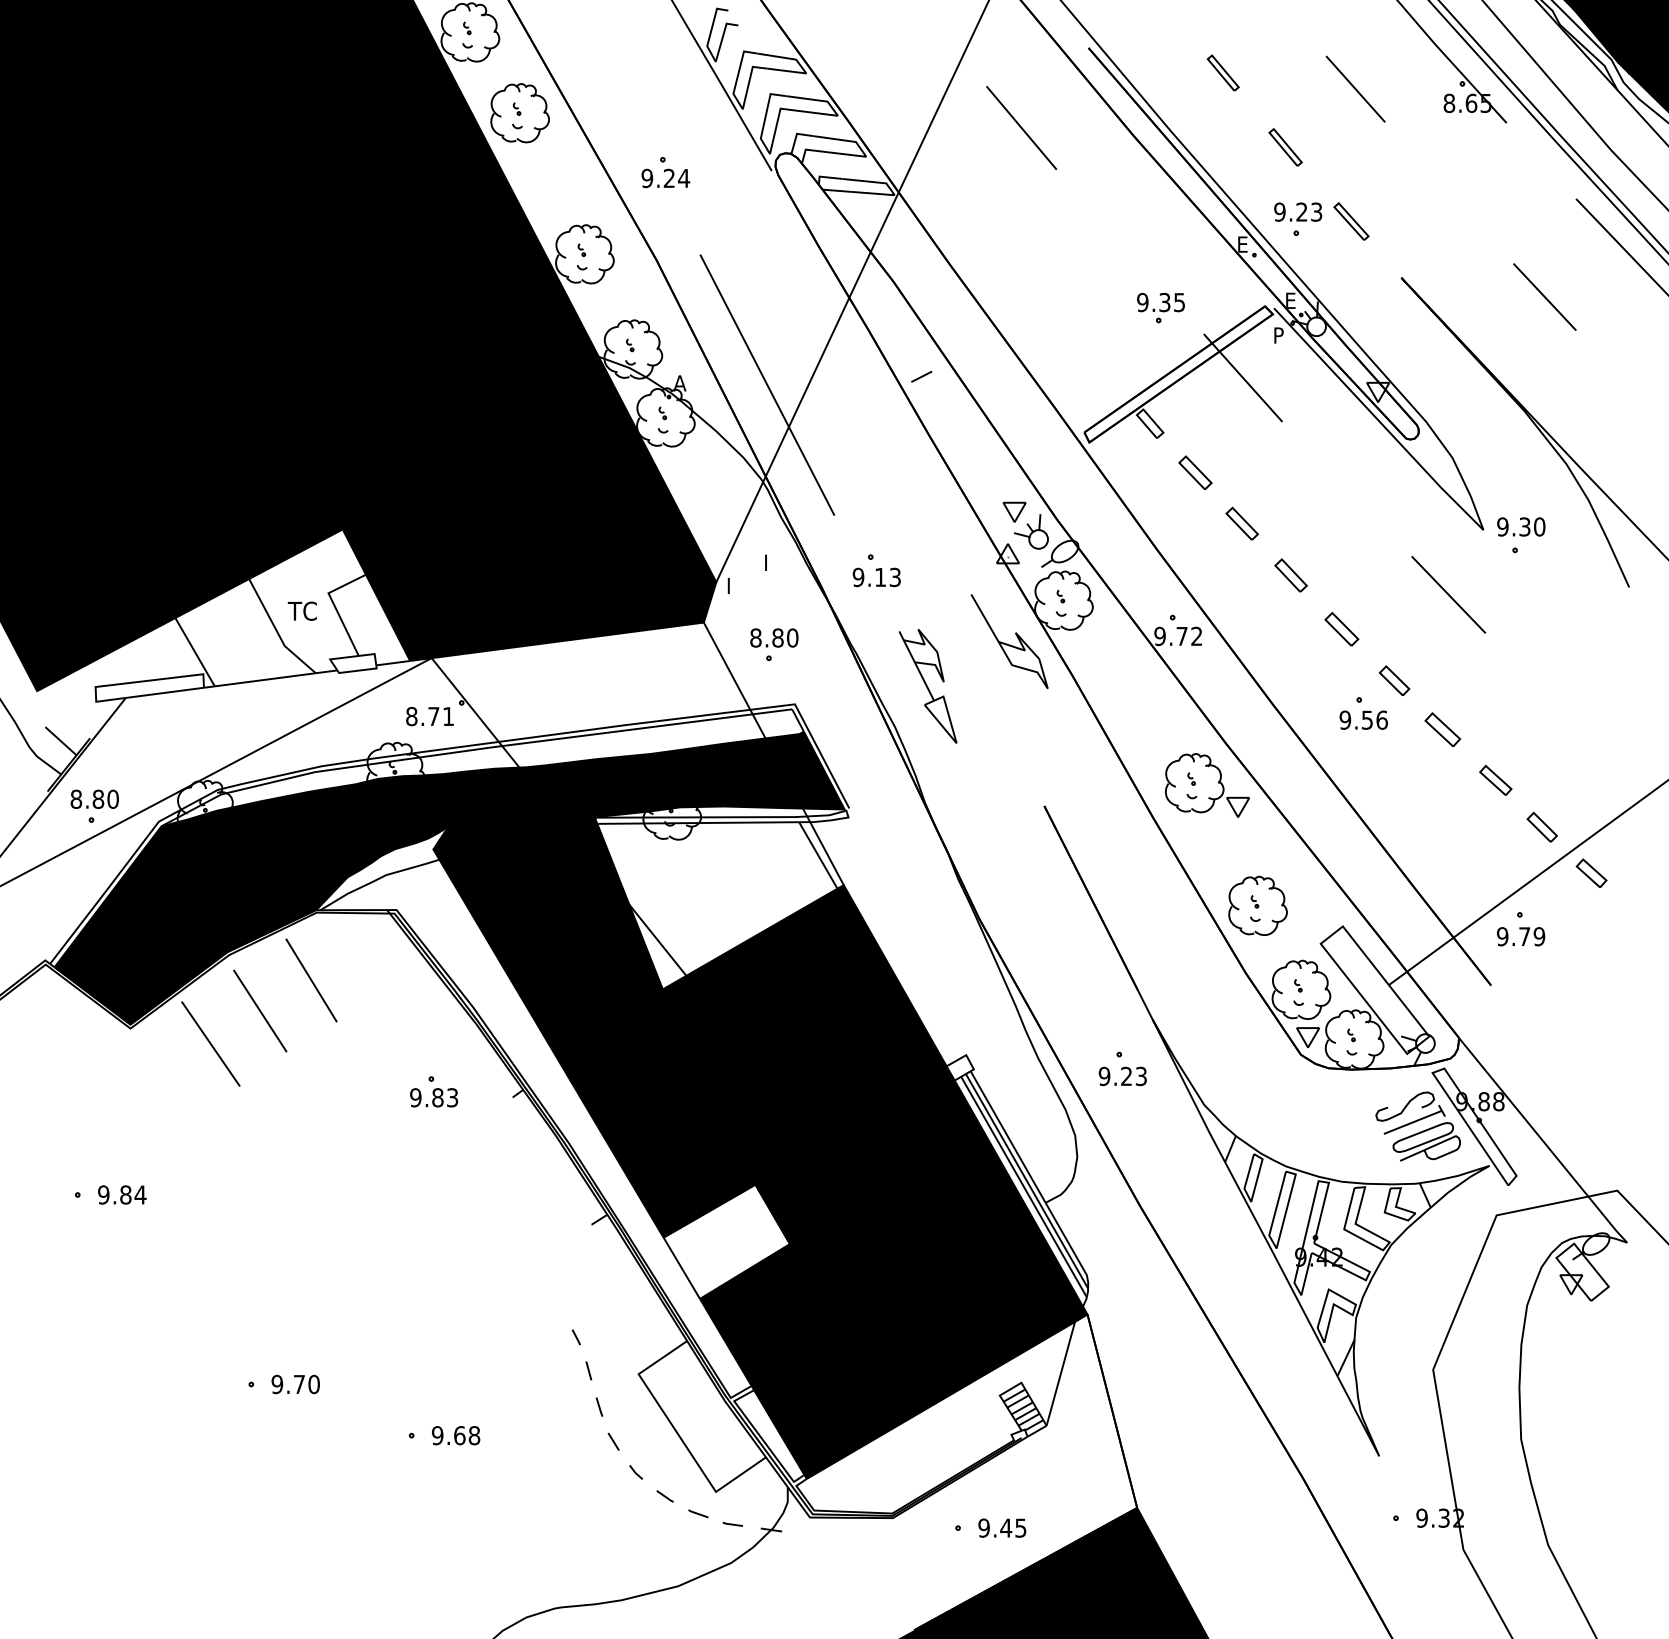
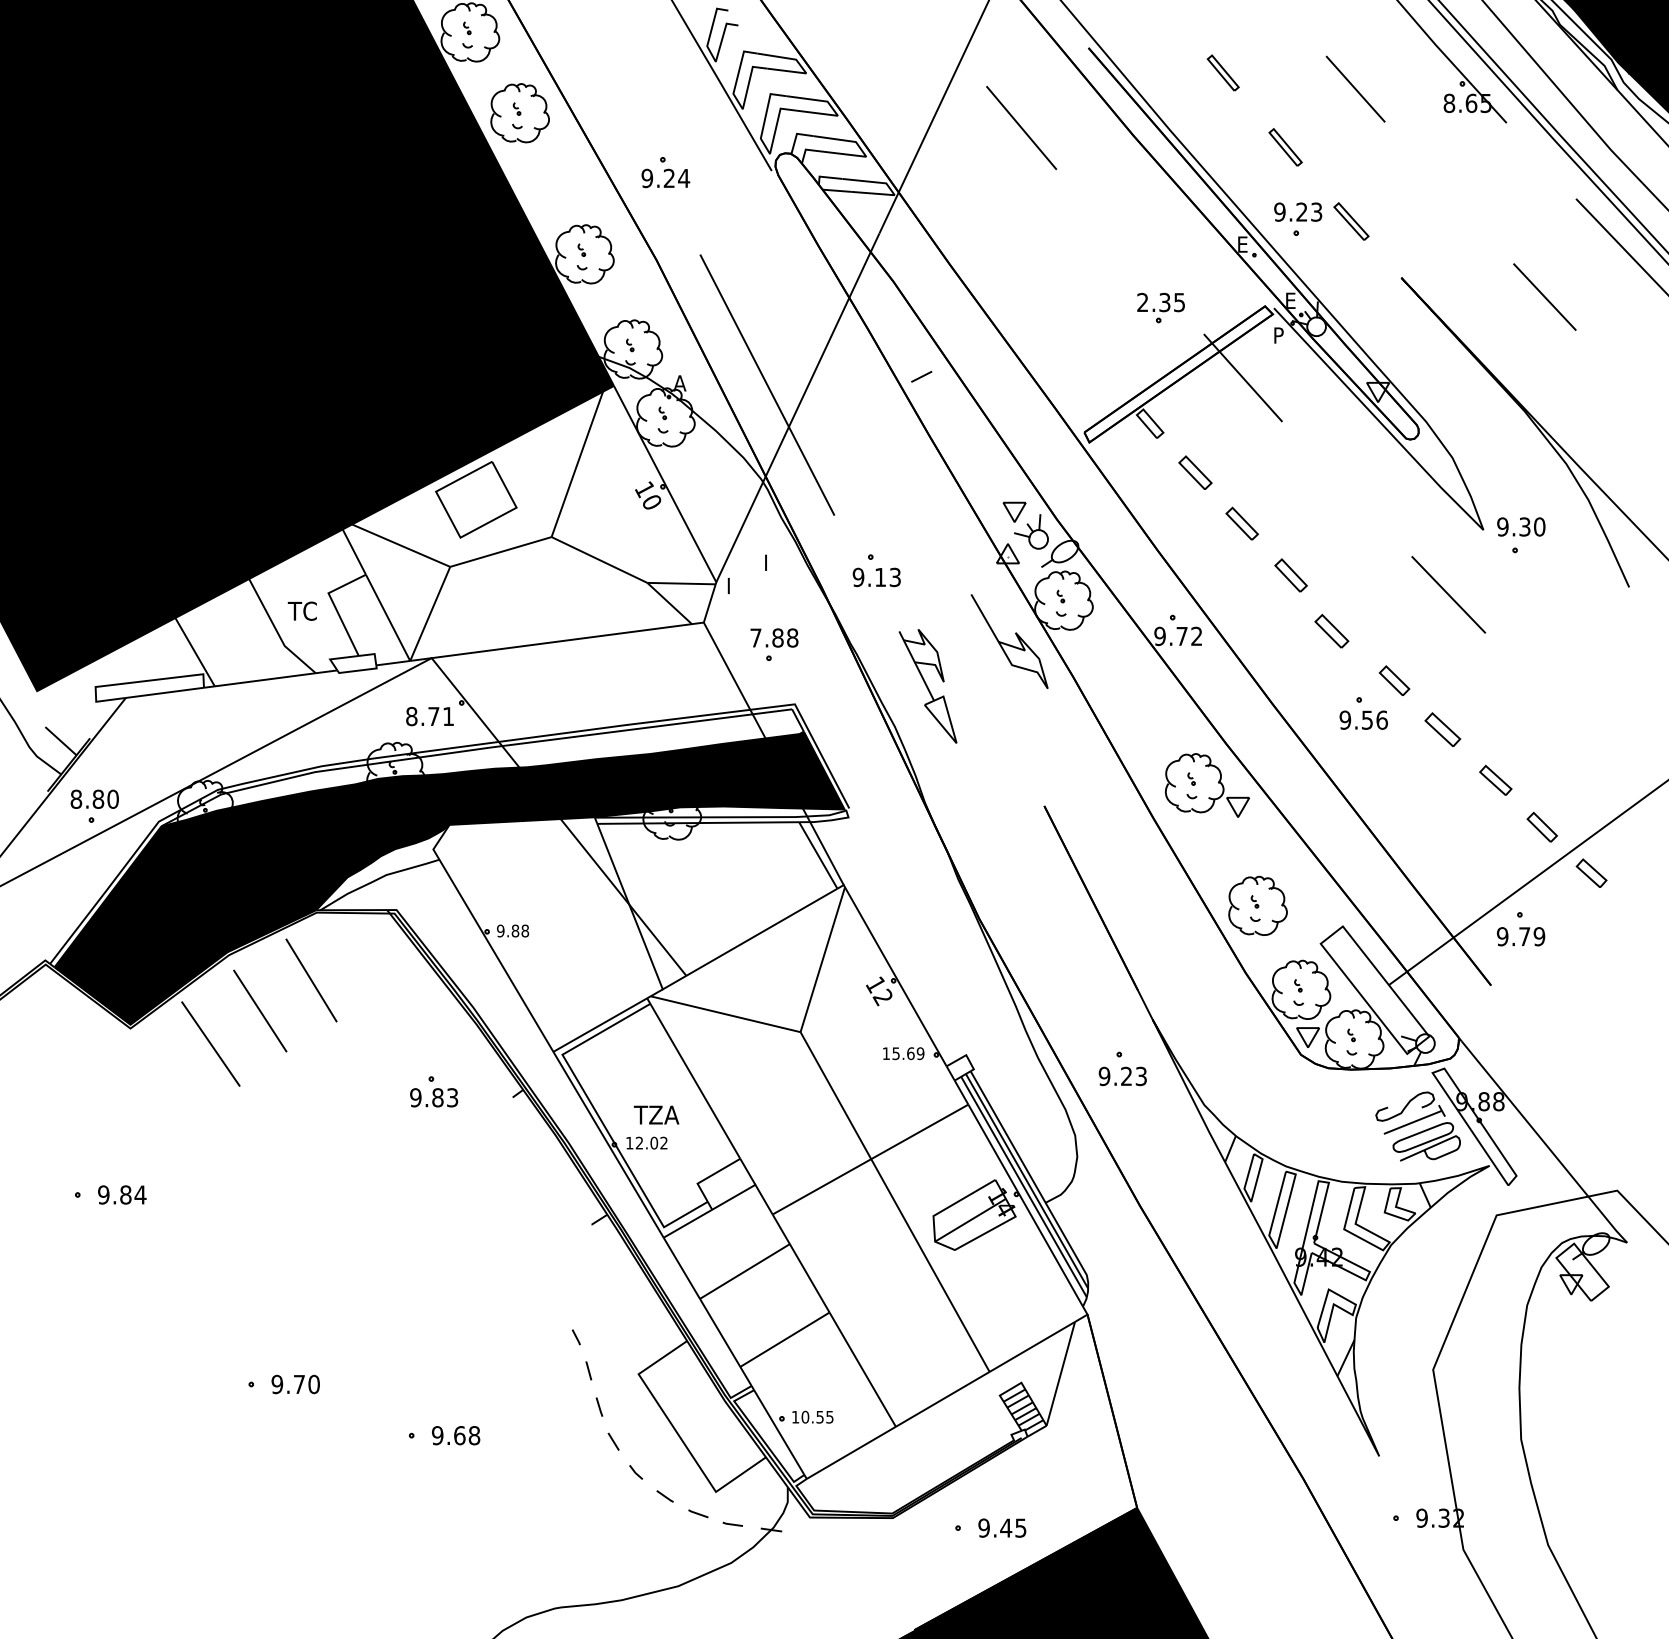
text at (1142, 302): 9.35 -> 2.35
fill at (529, 522): present -> none
part at (1341, 628) position: (1341, 628) -> (1331, 630)
text at (774, 637): 8.80 -> 7.88
fill at (760, 1147): present -> none
